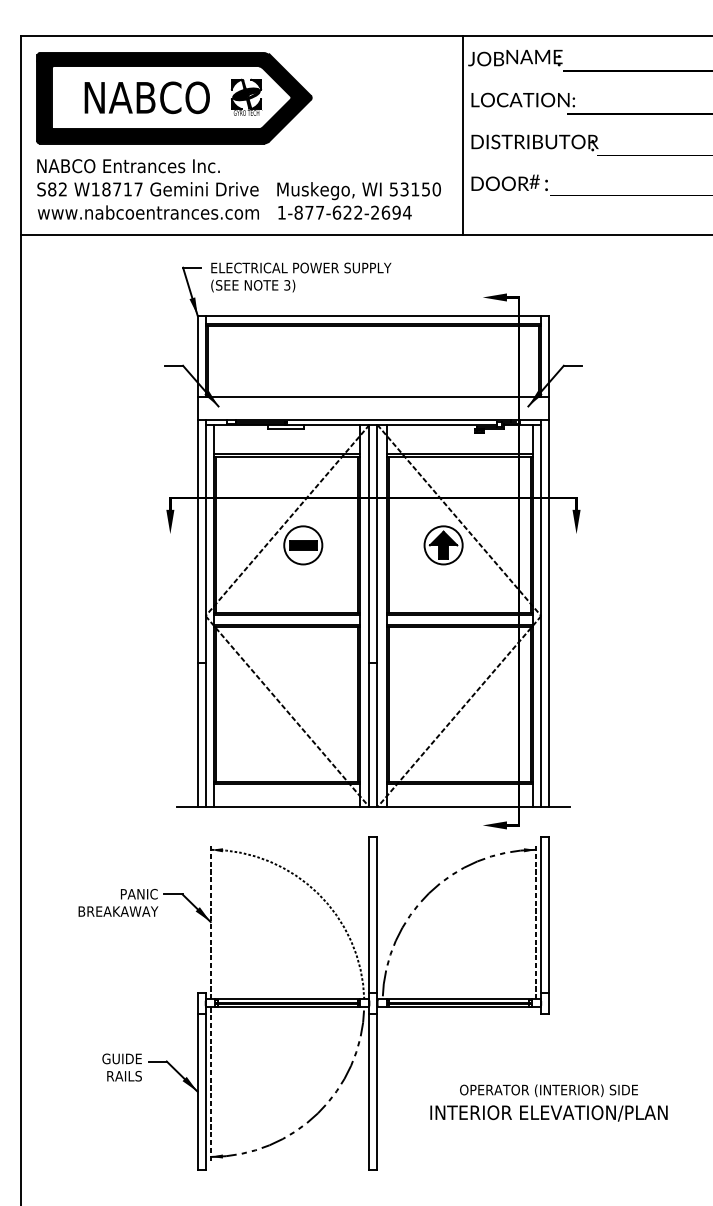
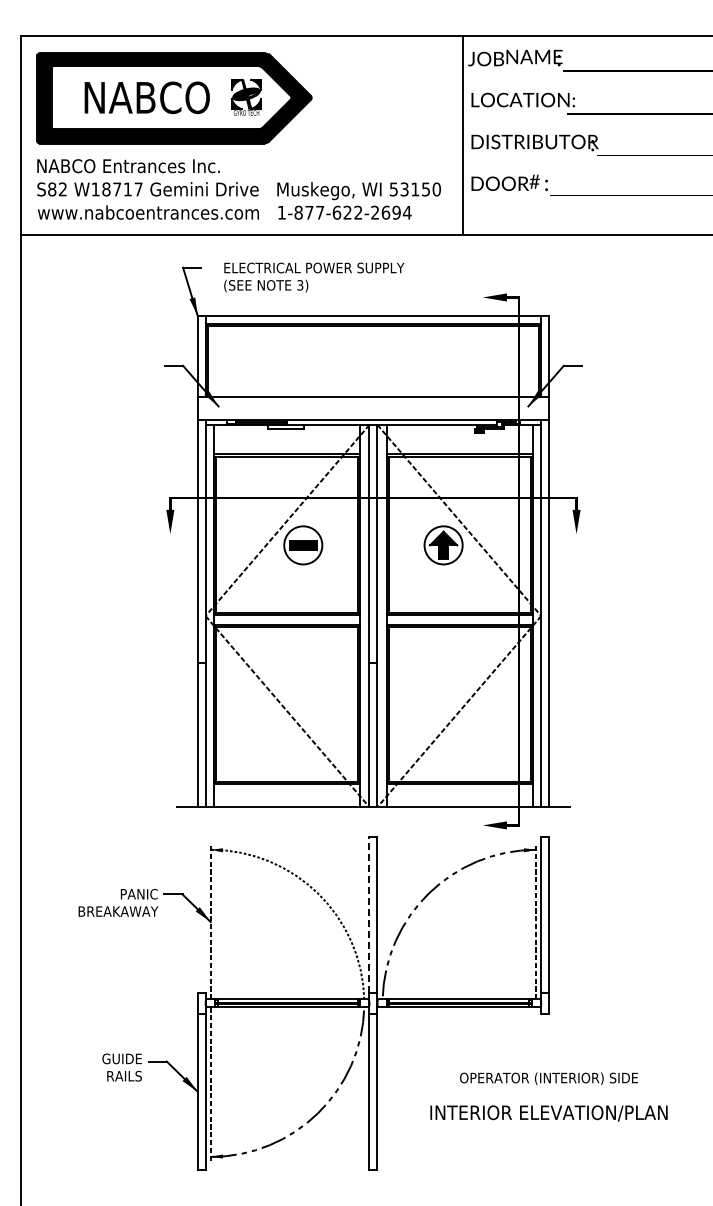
text at (301, 277) position: (301, 277) -> (314, 277)
line at (369, 914): solid -> dashed
text at (548, 1090) position: (548, 1090) -> (548, 1078)
